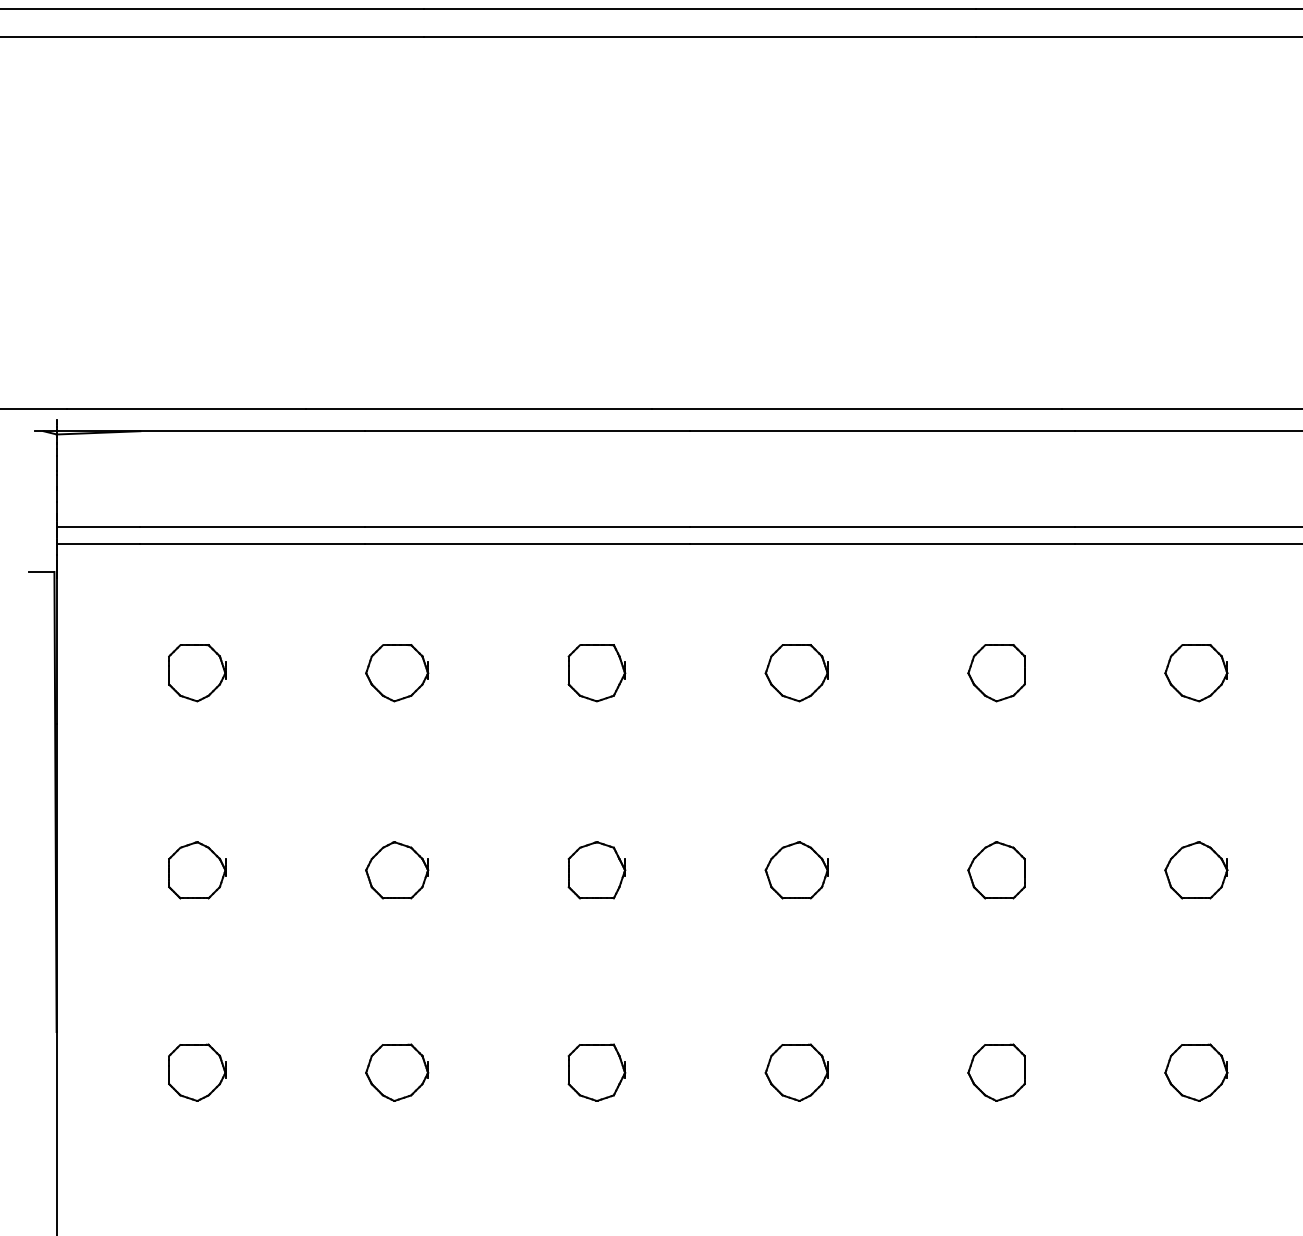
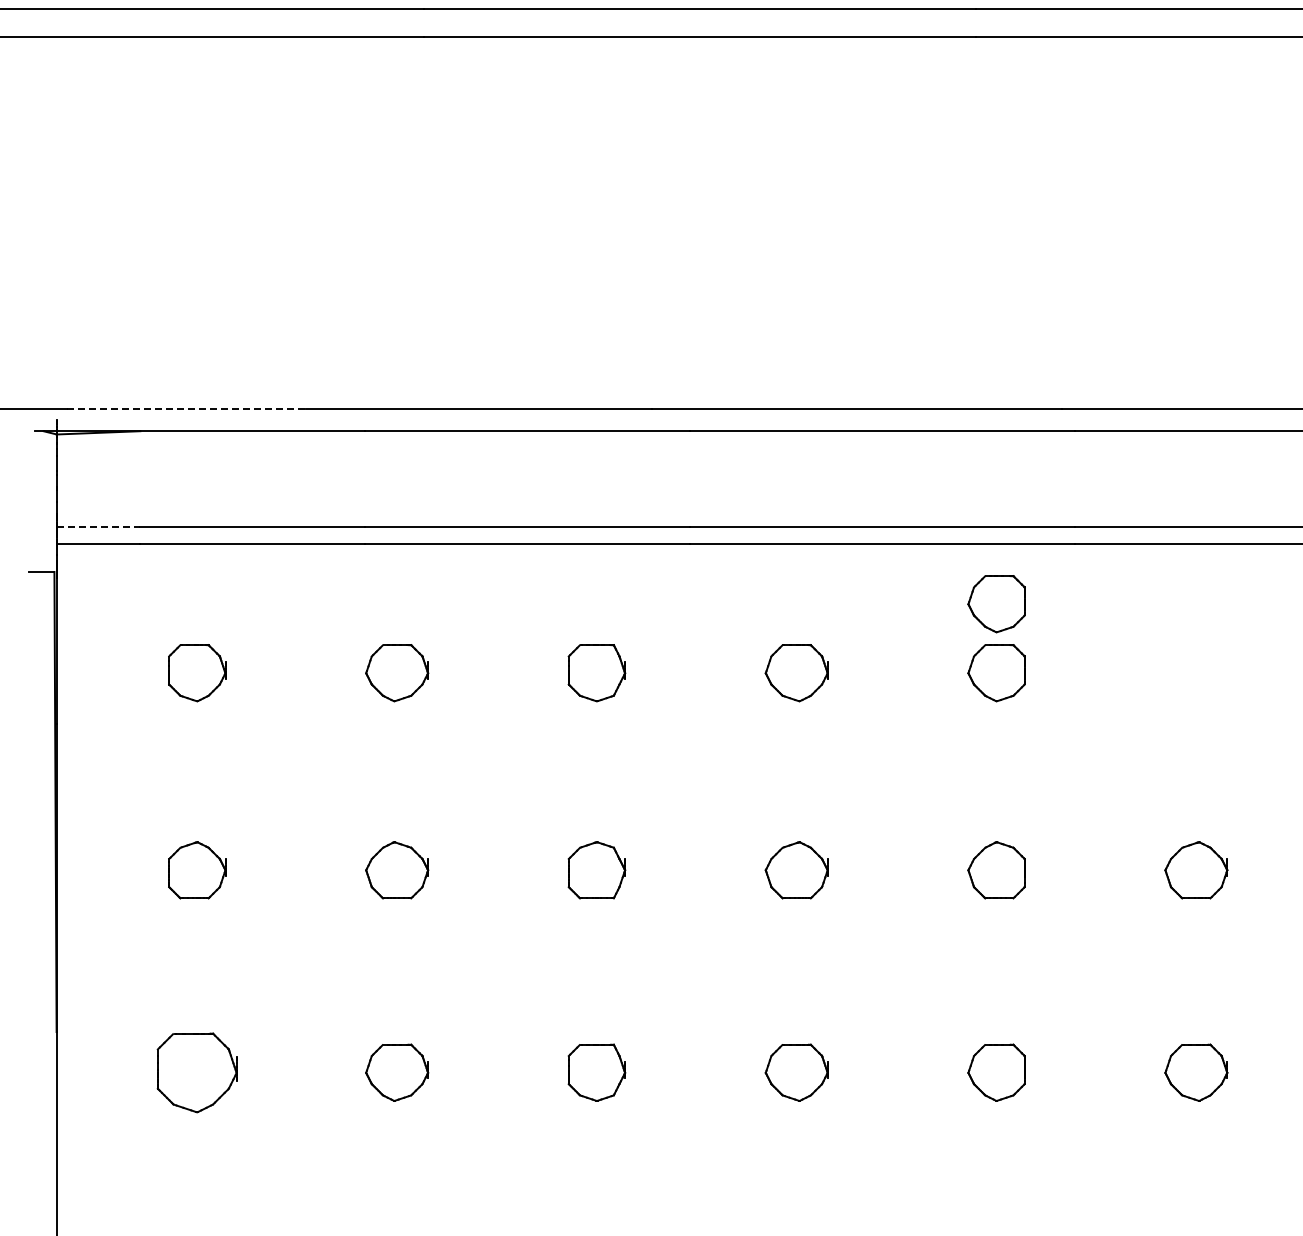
line at (187, 408): solid -> dashed
line at (98, 526): solid -> dashed
part at (996, 604): none -> present
part at (1196, 673): present -> none
part at (197, 1072) size: 59x59 px -> 82x82 px
